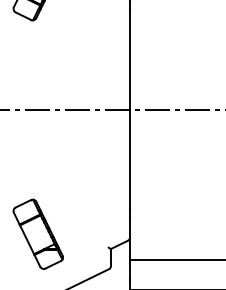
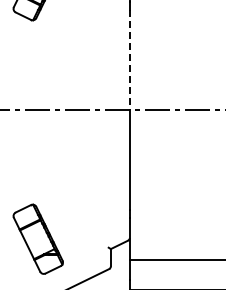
line at (129, 60): solid -> dashed
part at (37, 233) position: (37, 233) -> (37, 238)
